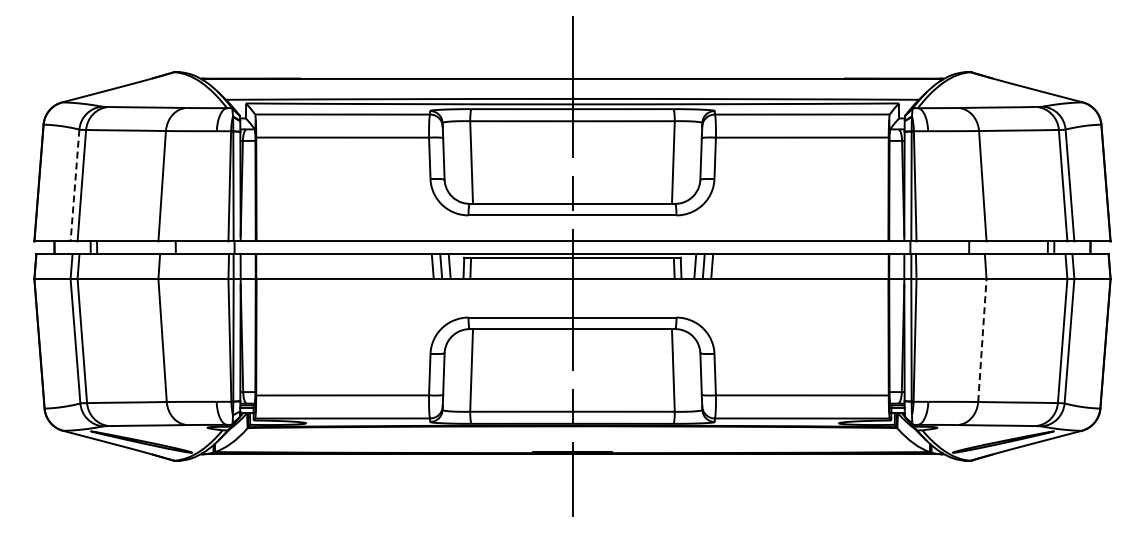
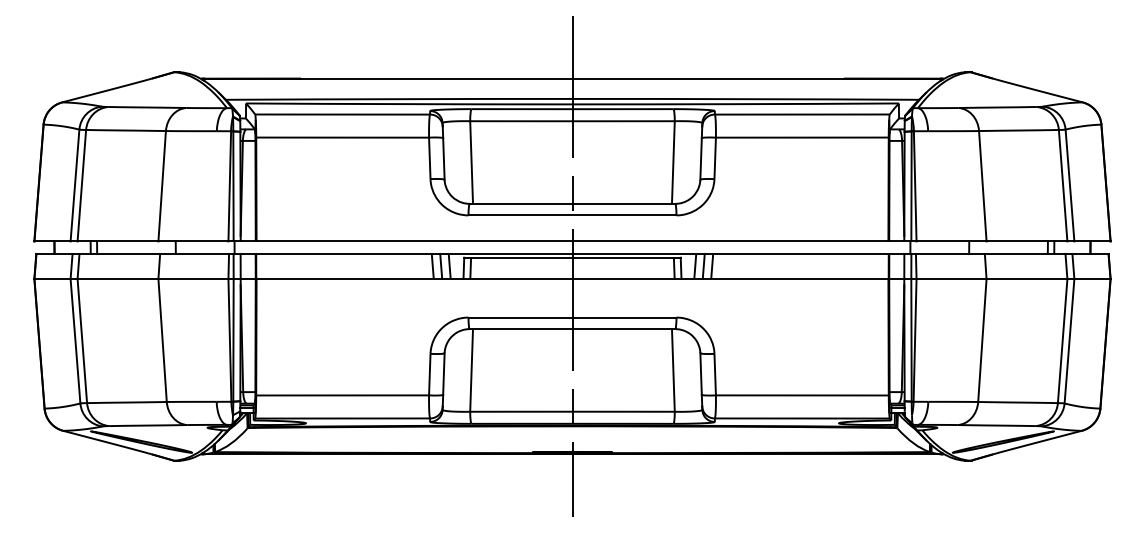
line at (74, 186): dashed -> solid
line at (982, 340): dashed -> solid
